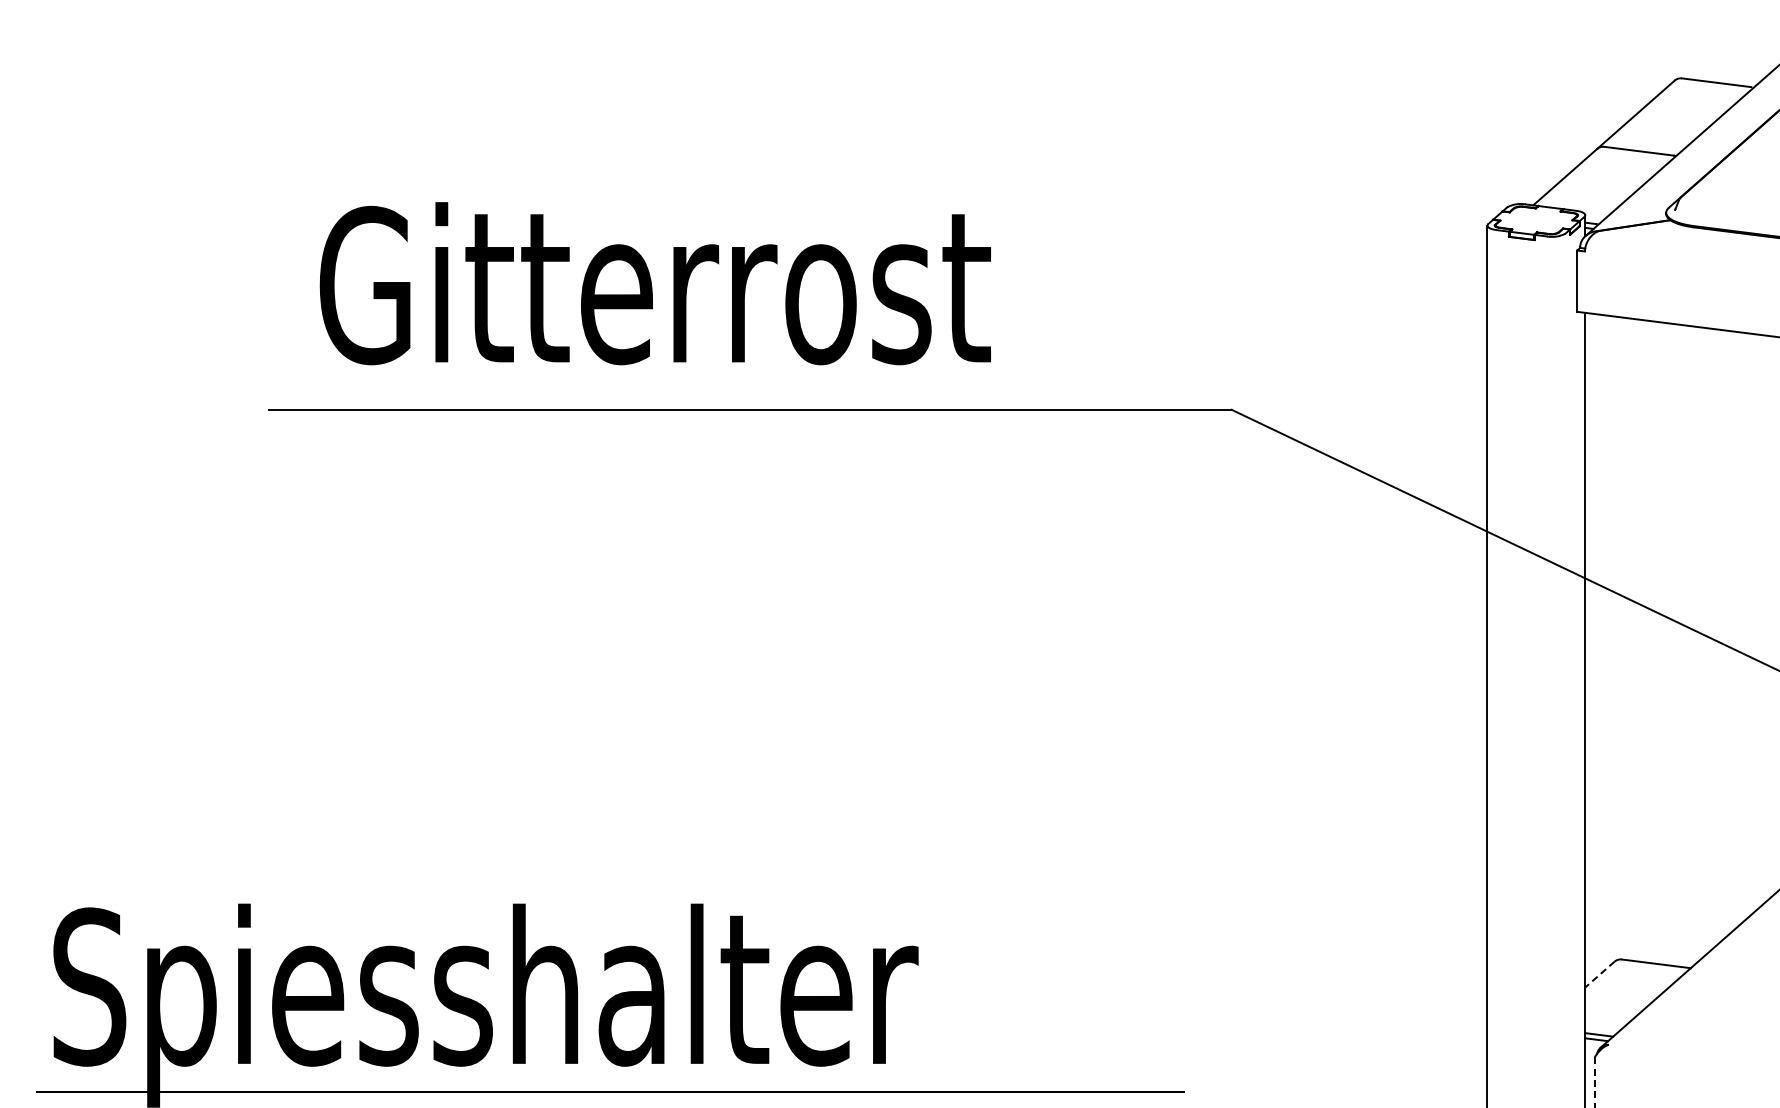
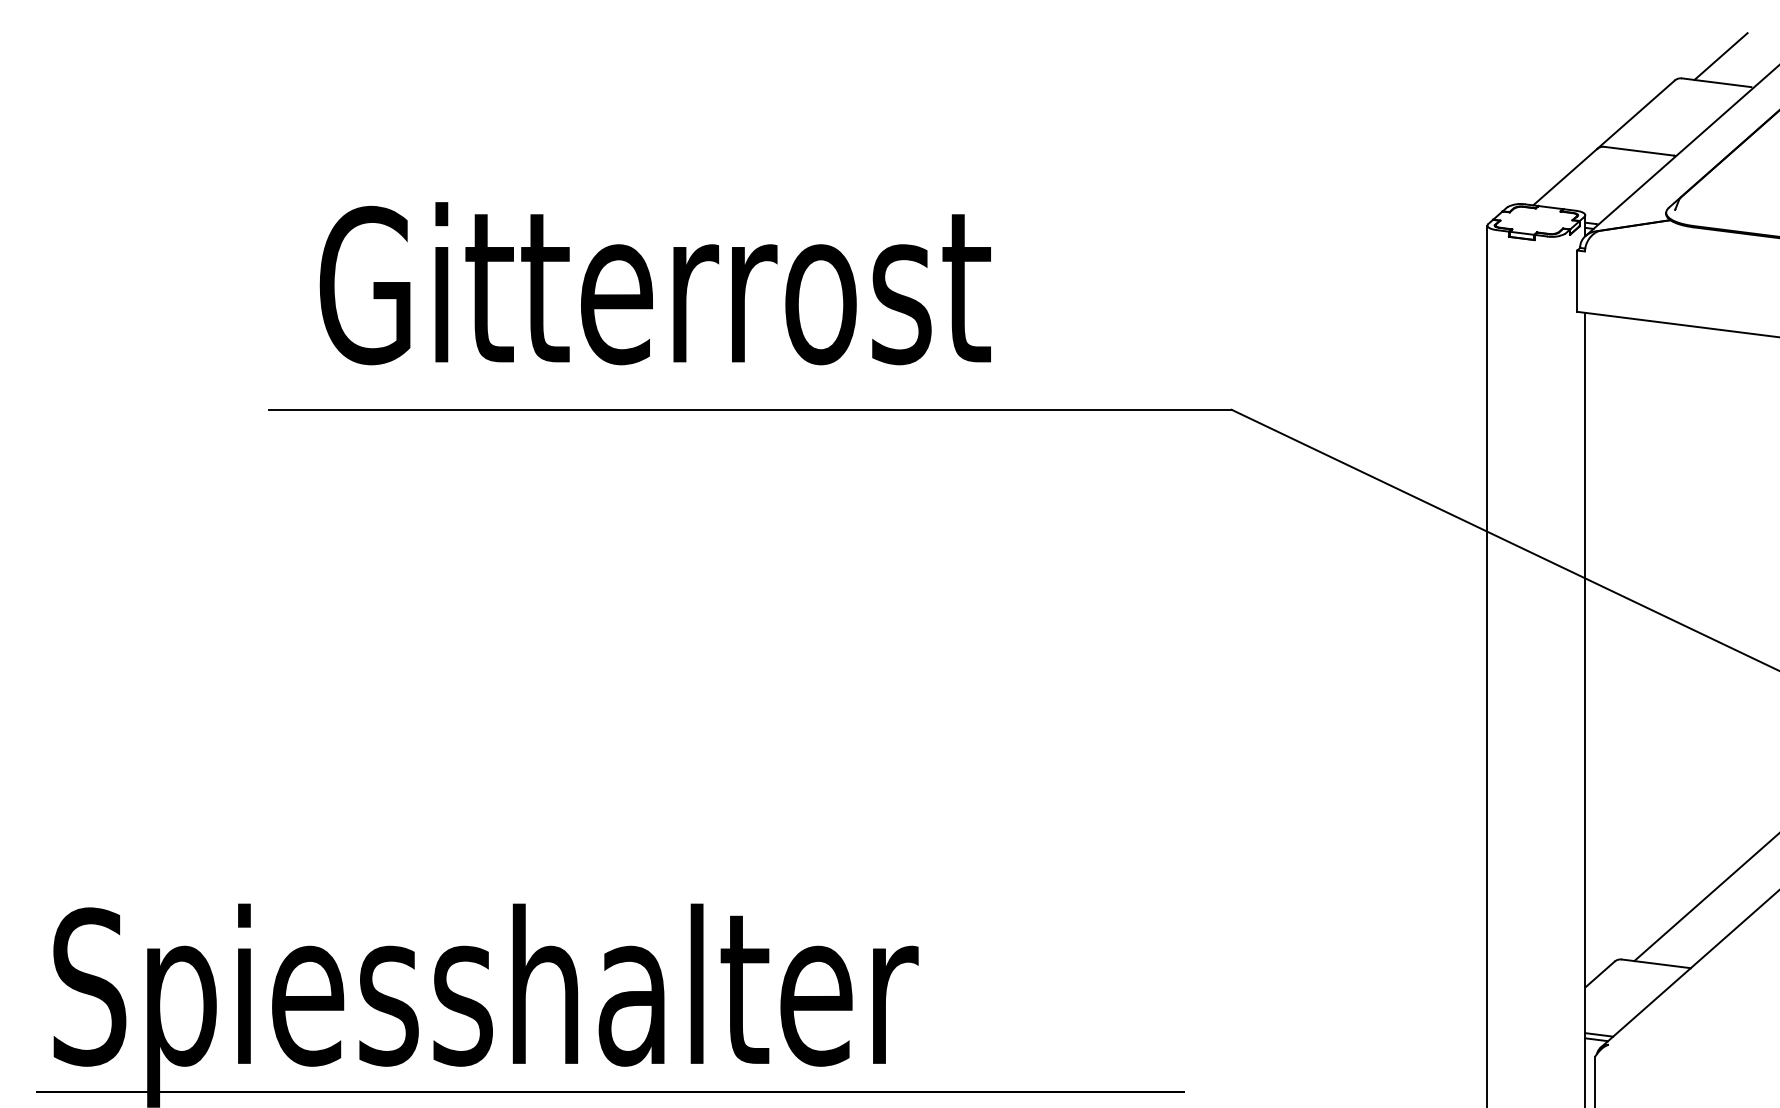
line at (1720, 56): none -> present
line at (1705, 898): none -> present
line at (1600, 974): dashed -> solid
line at (1594, 1082): dashed -> solid
